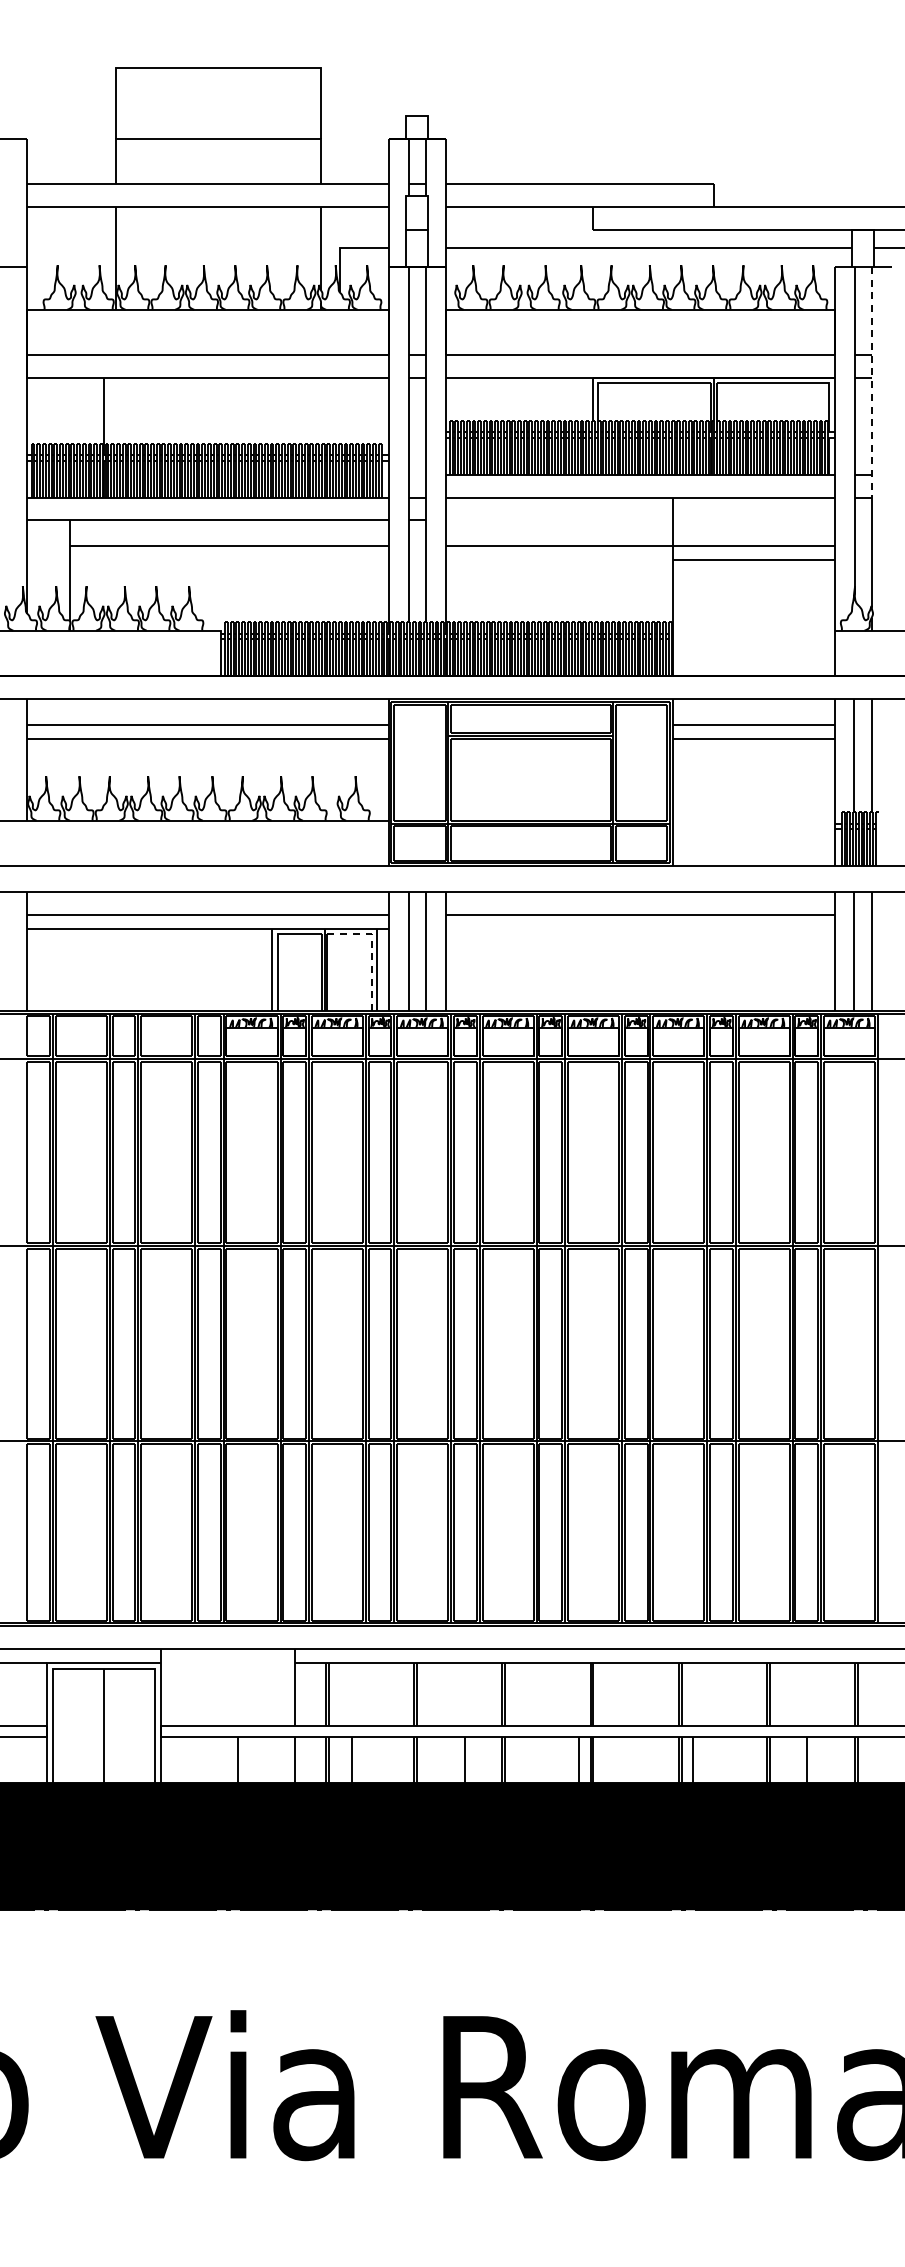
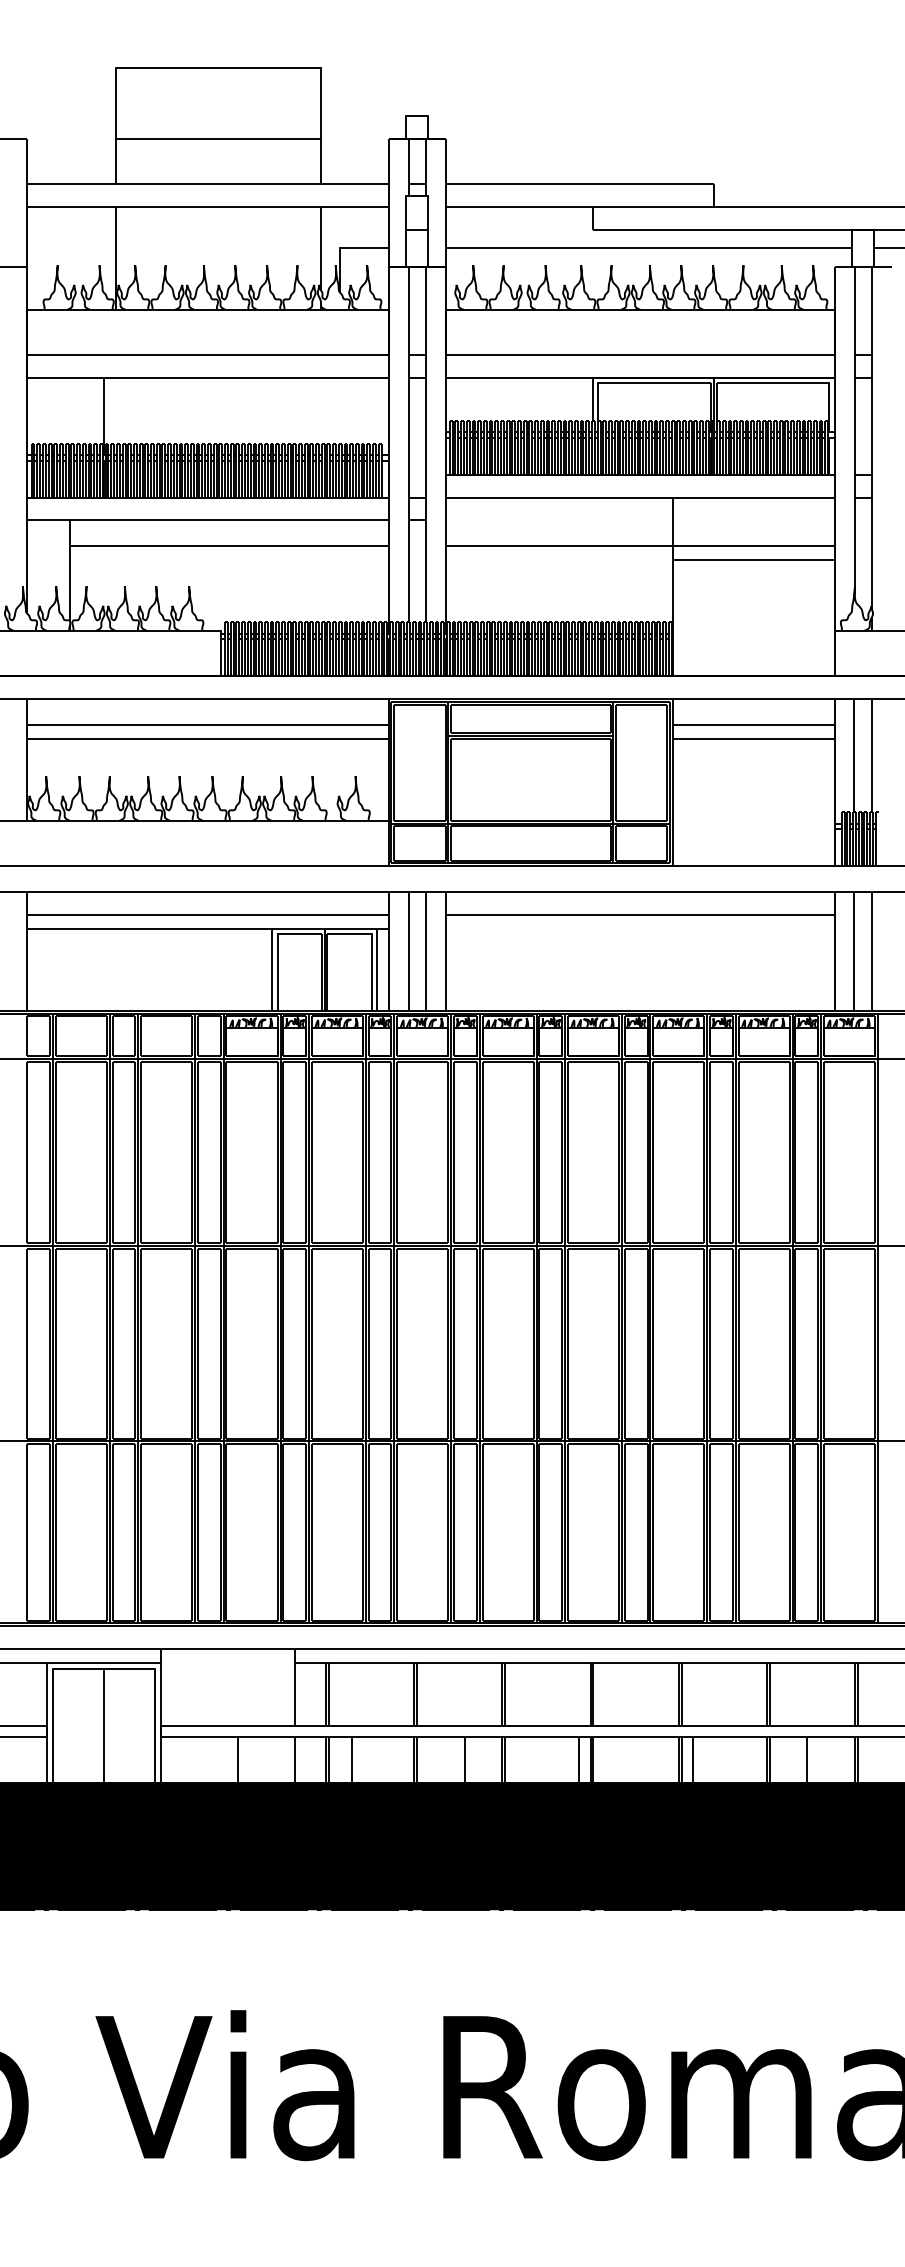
line at (871, 382): dashed -> solid
line at (371, 949): dashed -> solid
